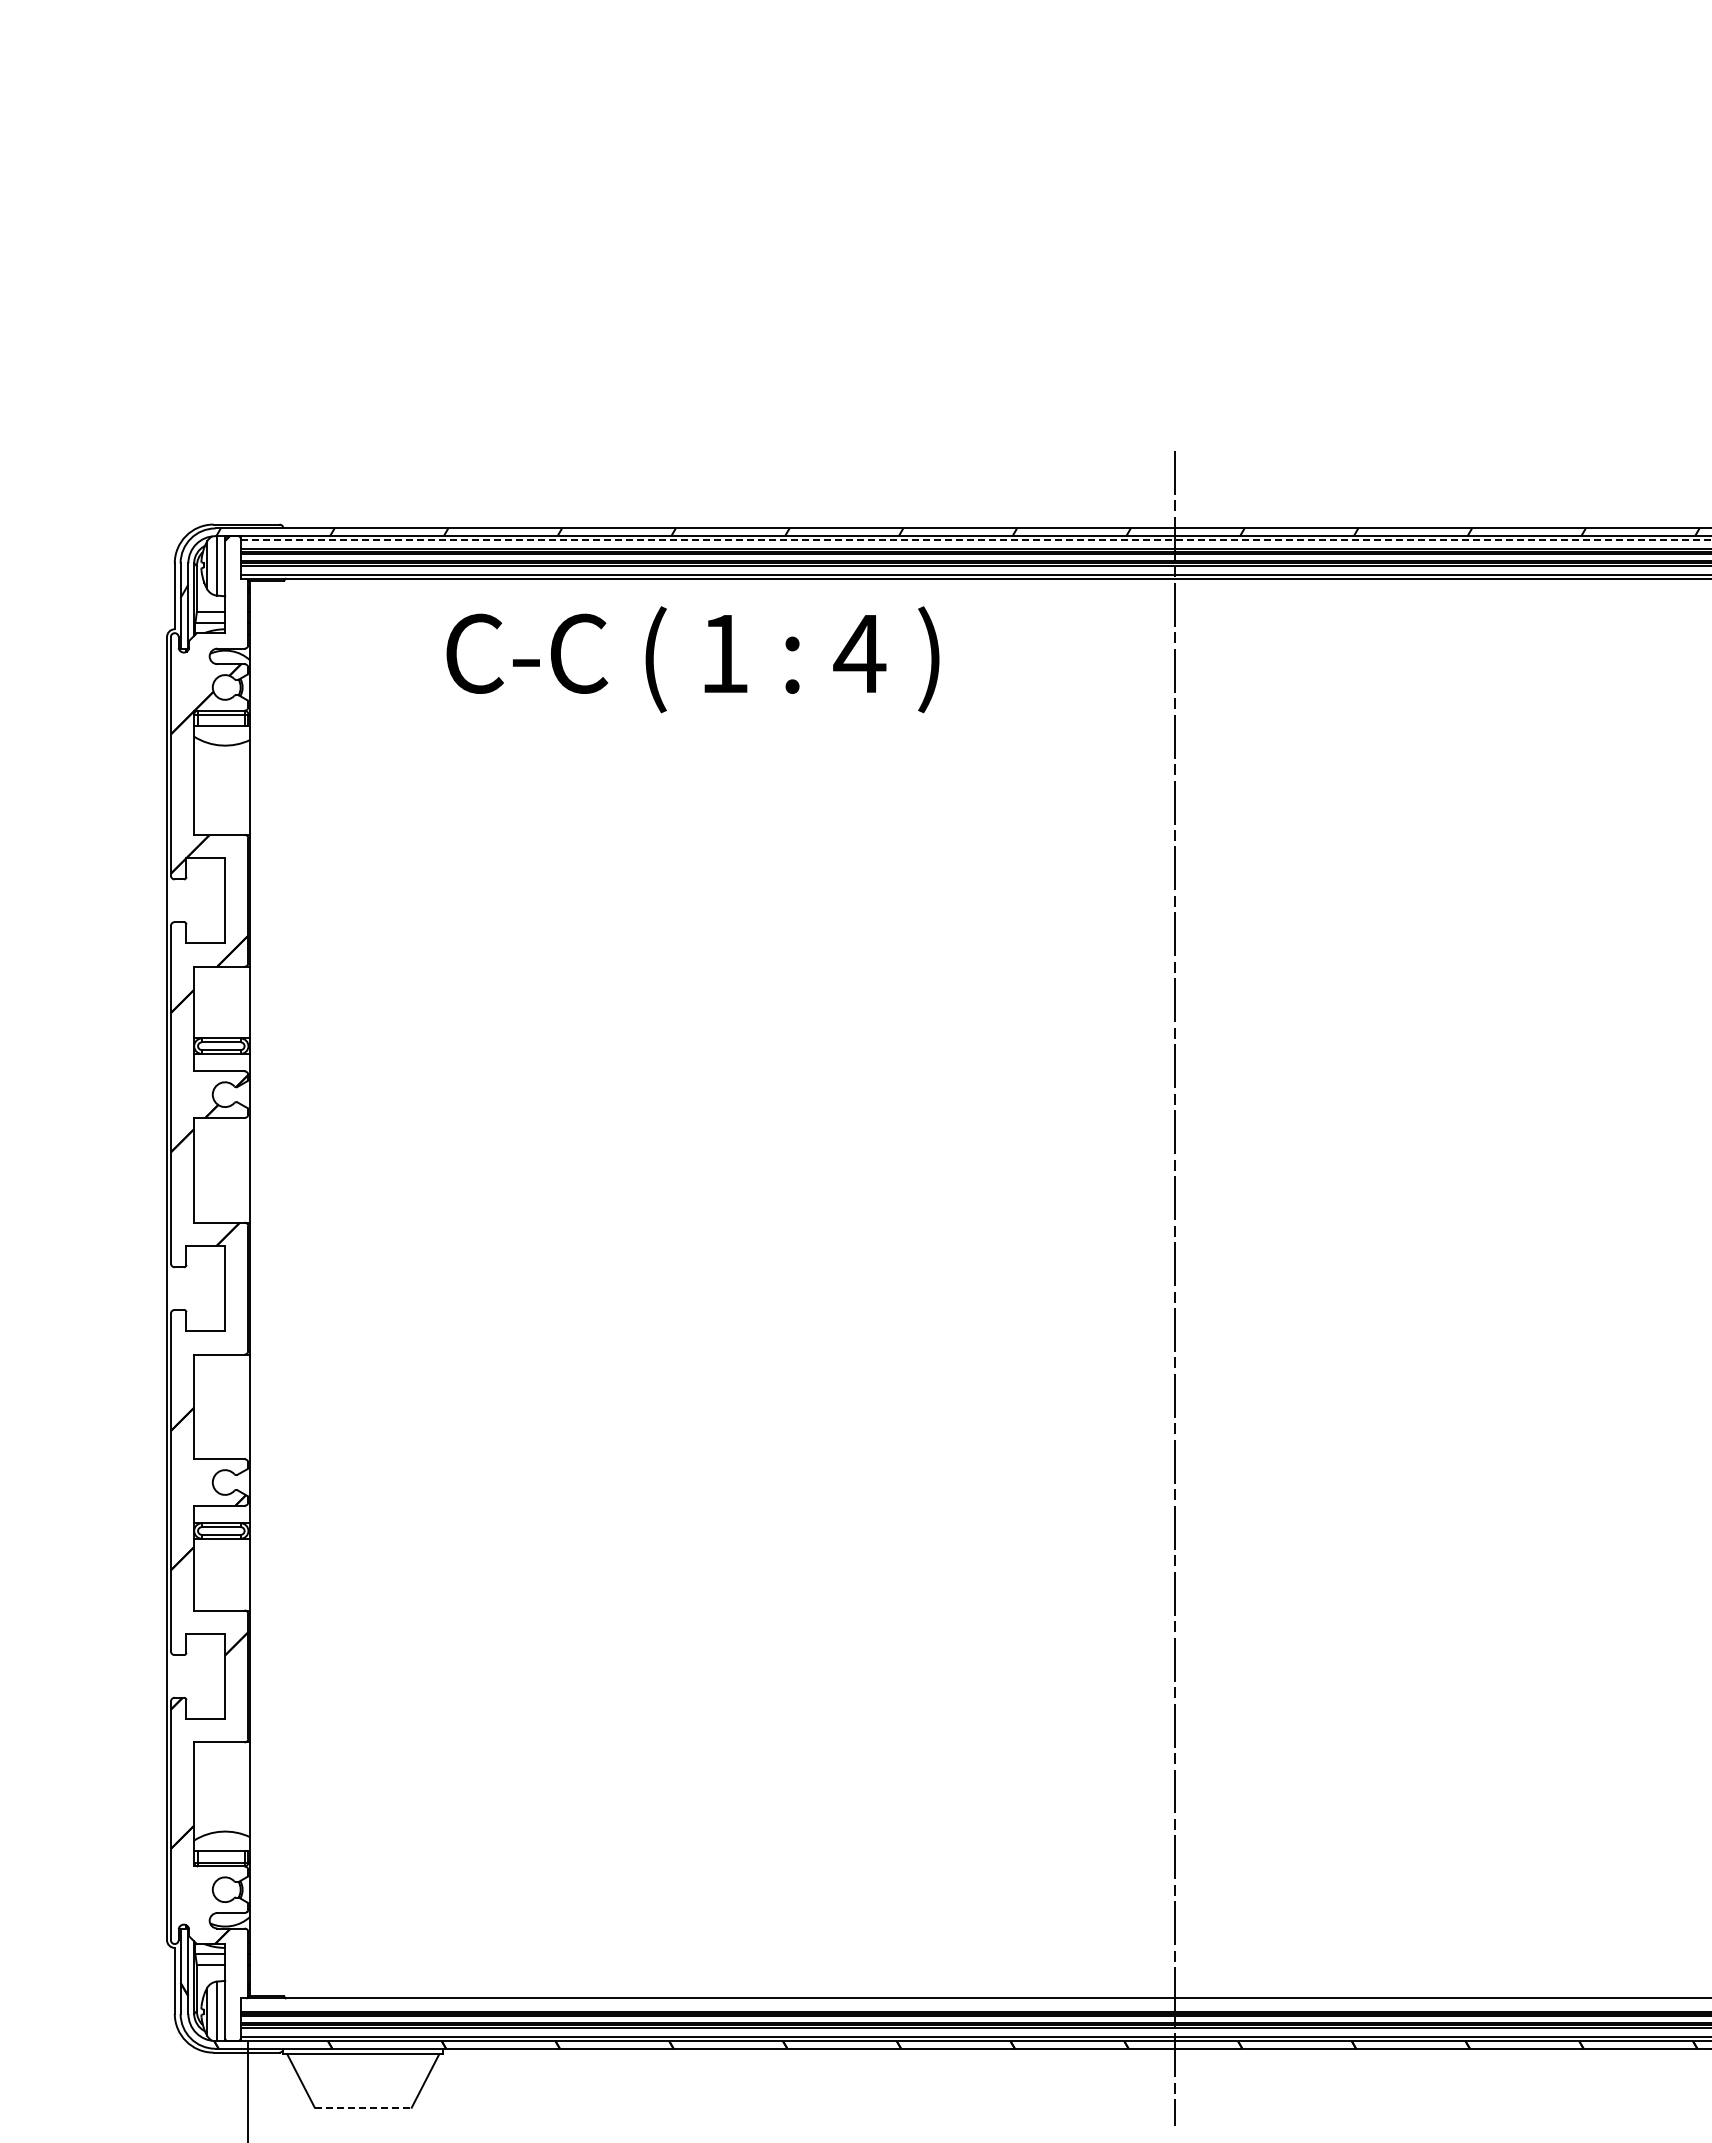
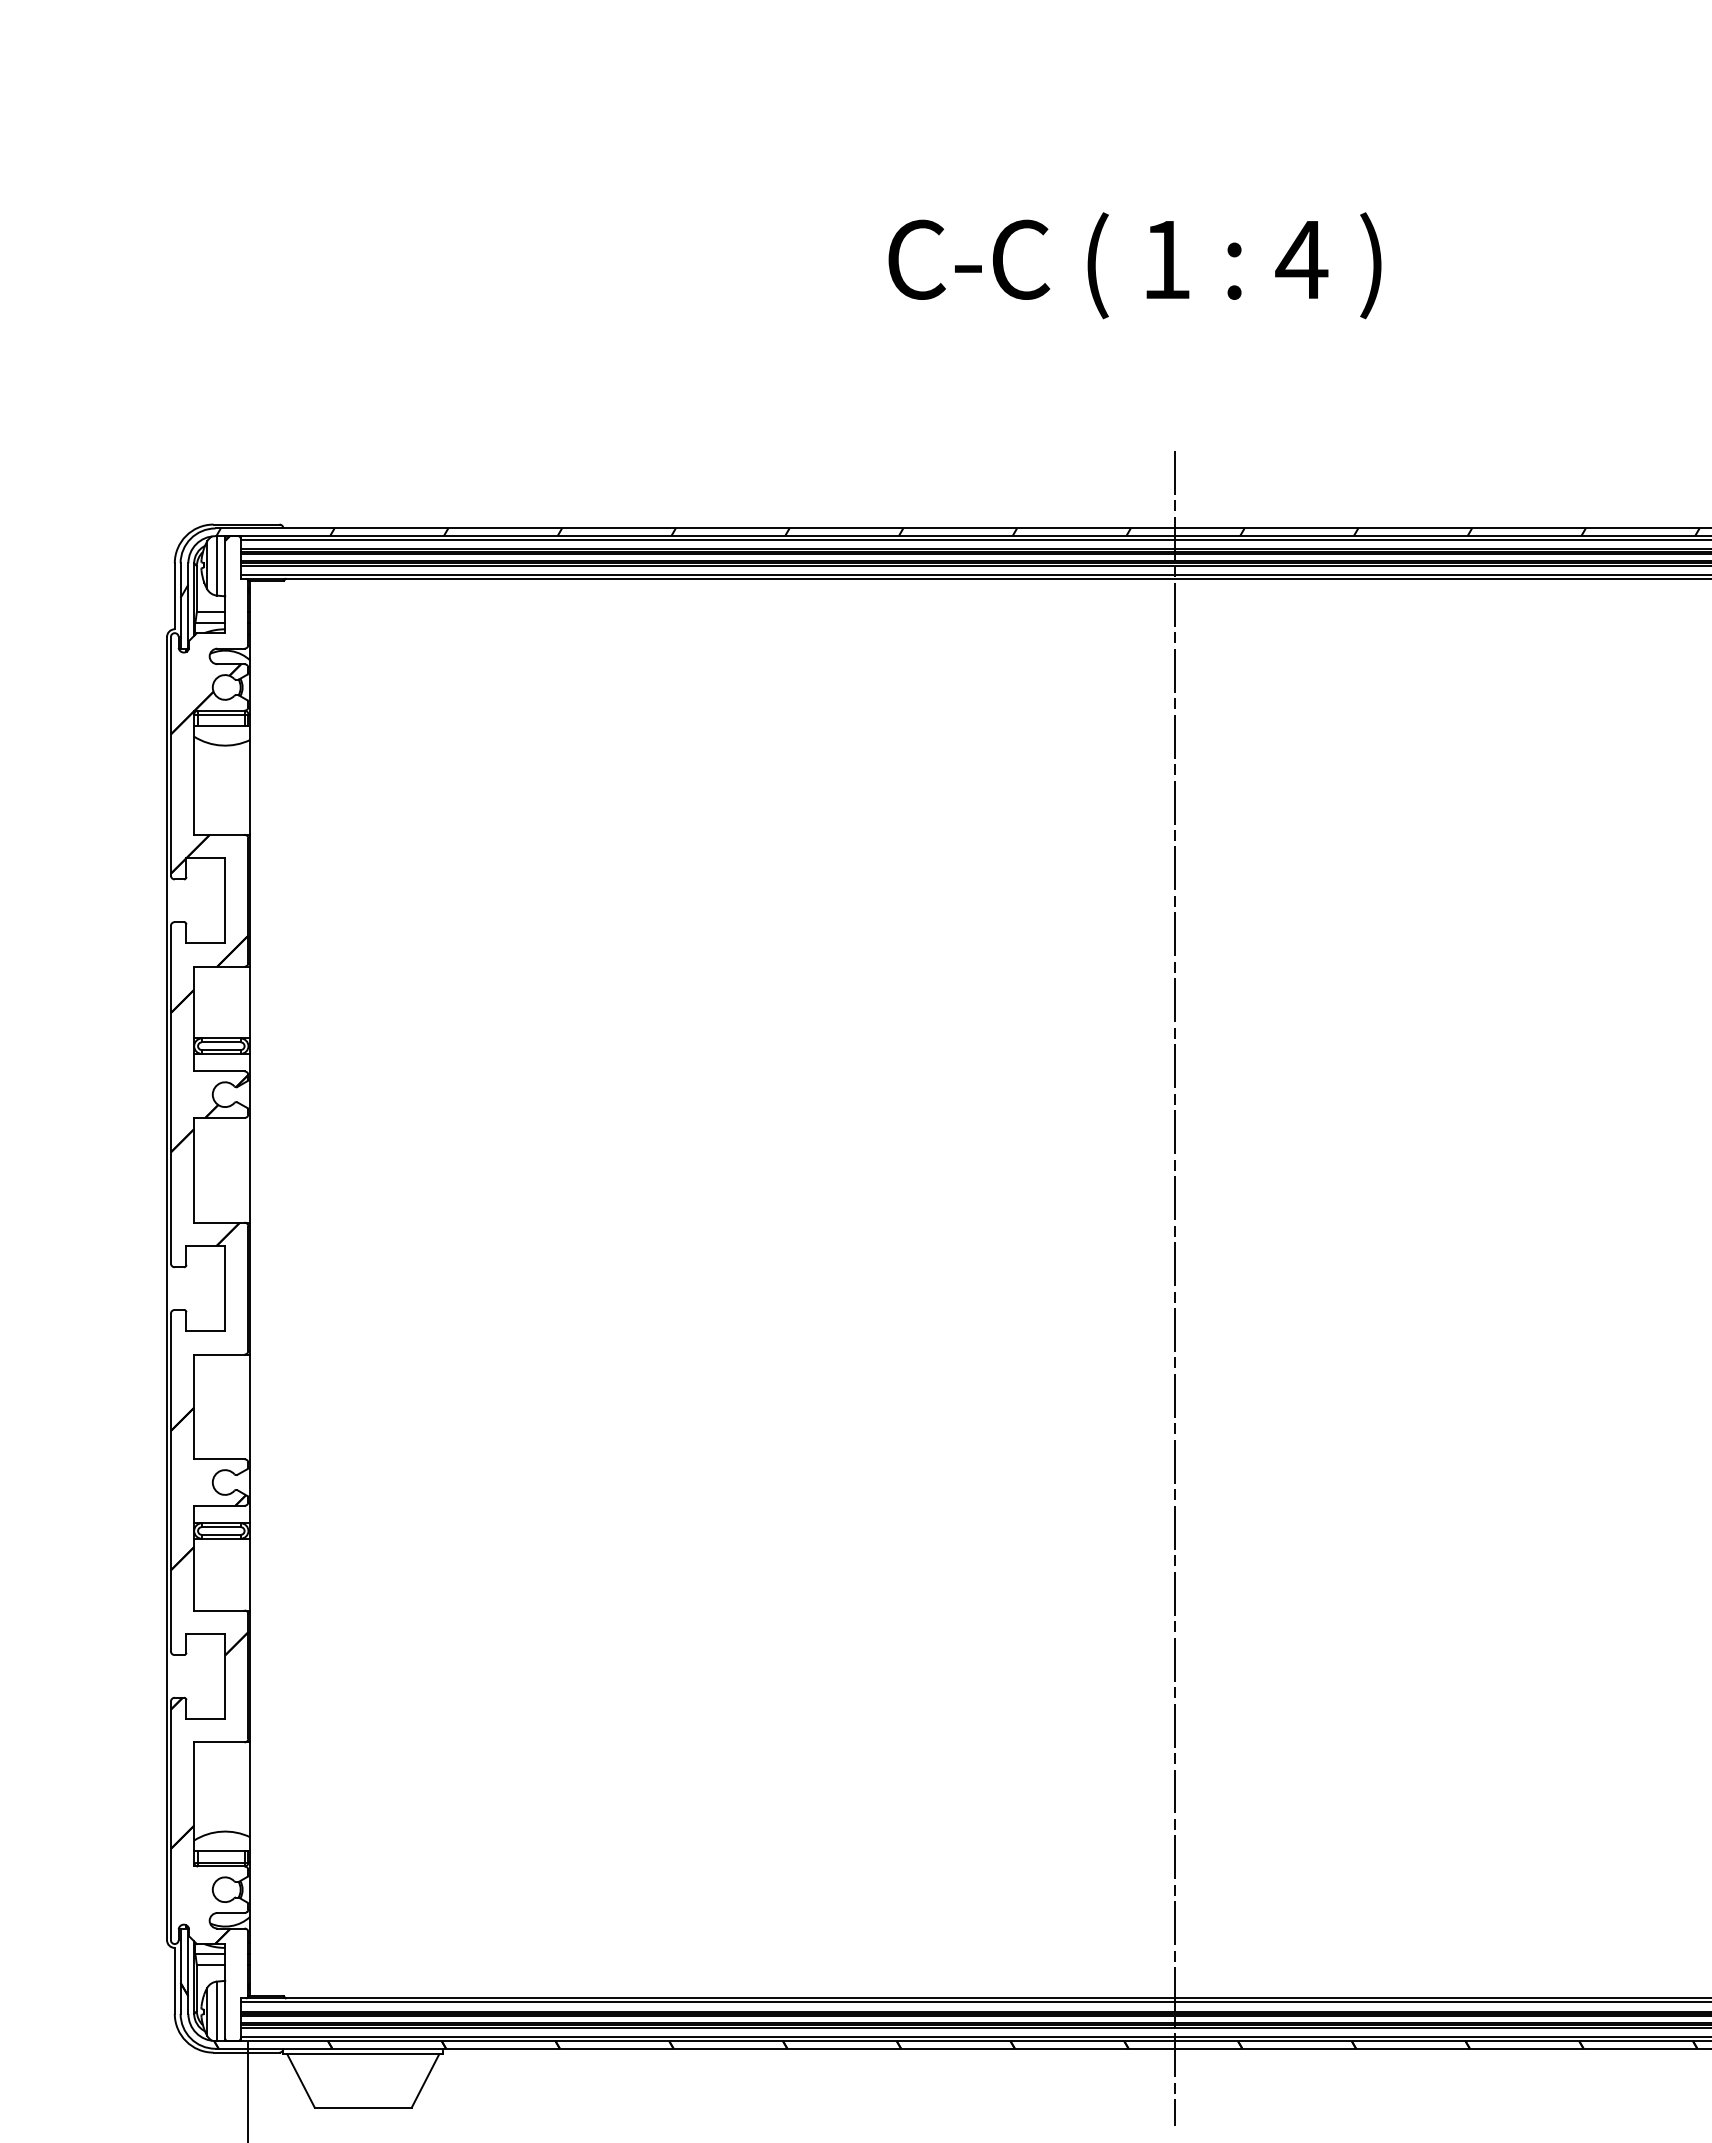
line at (976, 540): dashed -> solid
text at (692, 659) position: (692, 659) -> (1134, 265)
line at (974, 2002): none -> present
line at (363, 2107): dashed -> solid
